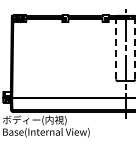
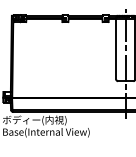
line at (116, 48): dashed -> solid
line at (135, 48): dashed -> solid
